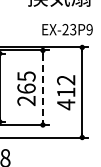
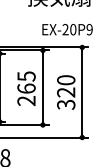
text at (73, 29): EX-23P9 -> EX-20P9
line at (42, 87): dashed -> solid
text at (66, 92): 412 -> 320
